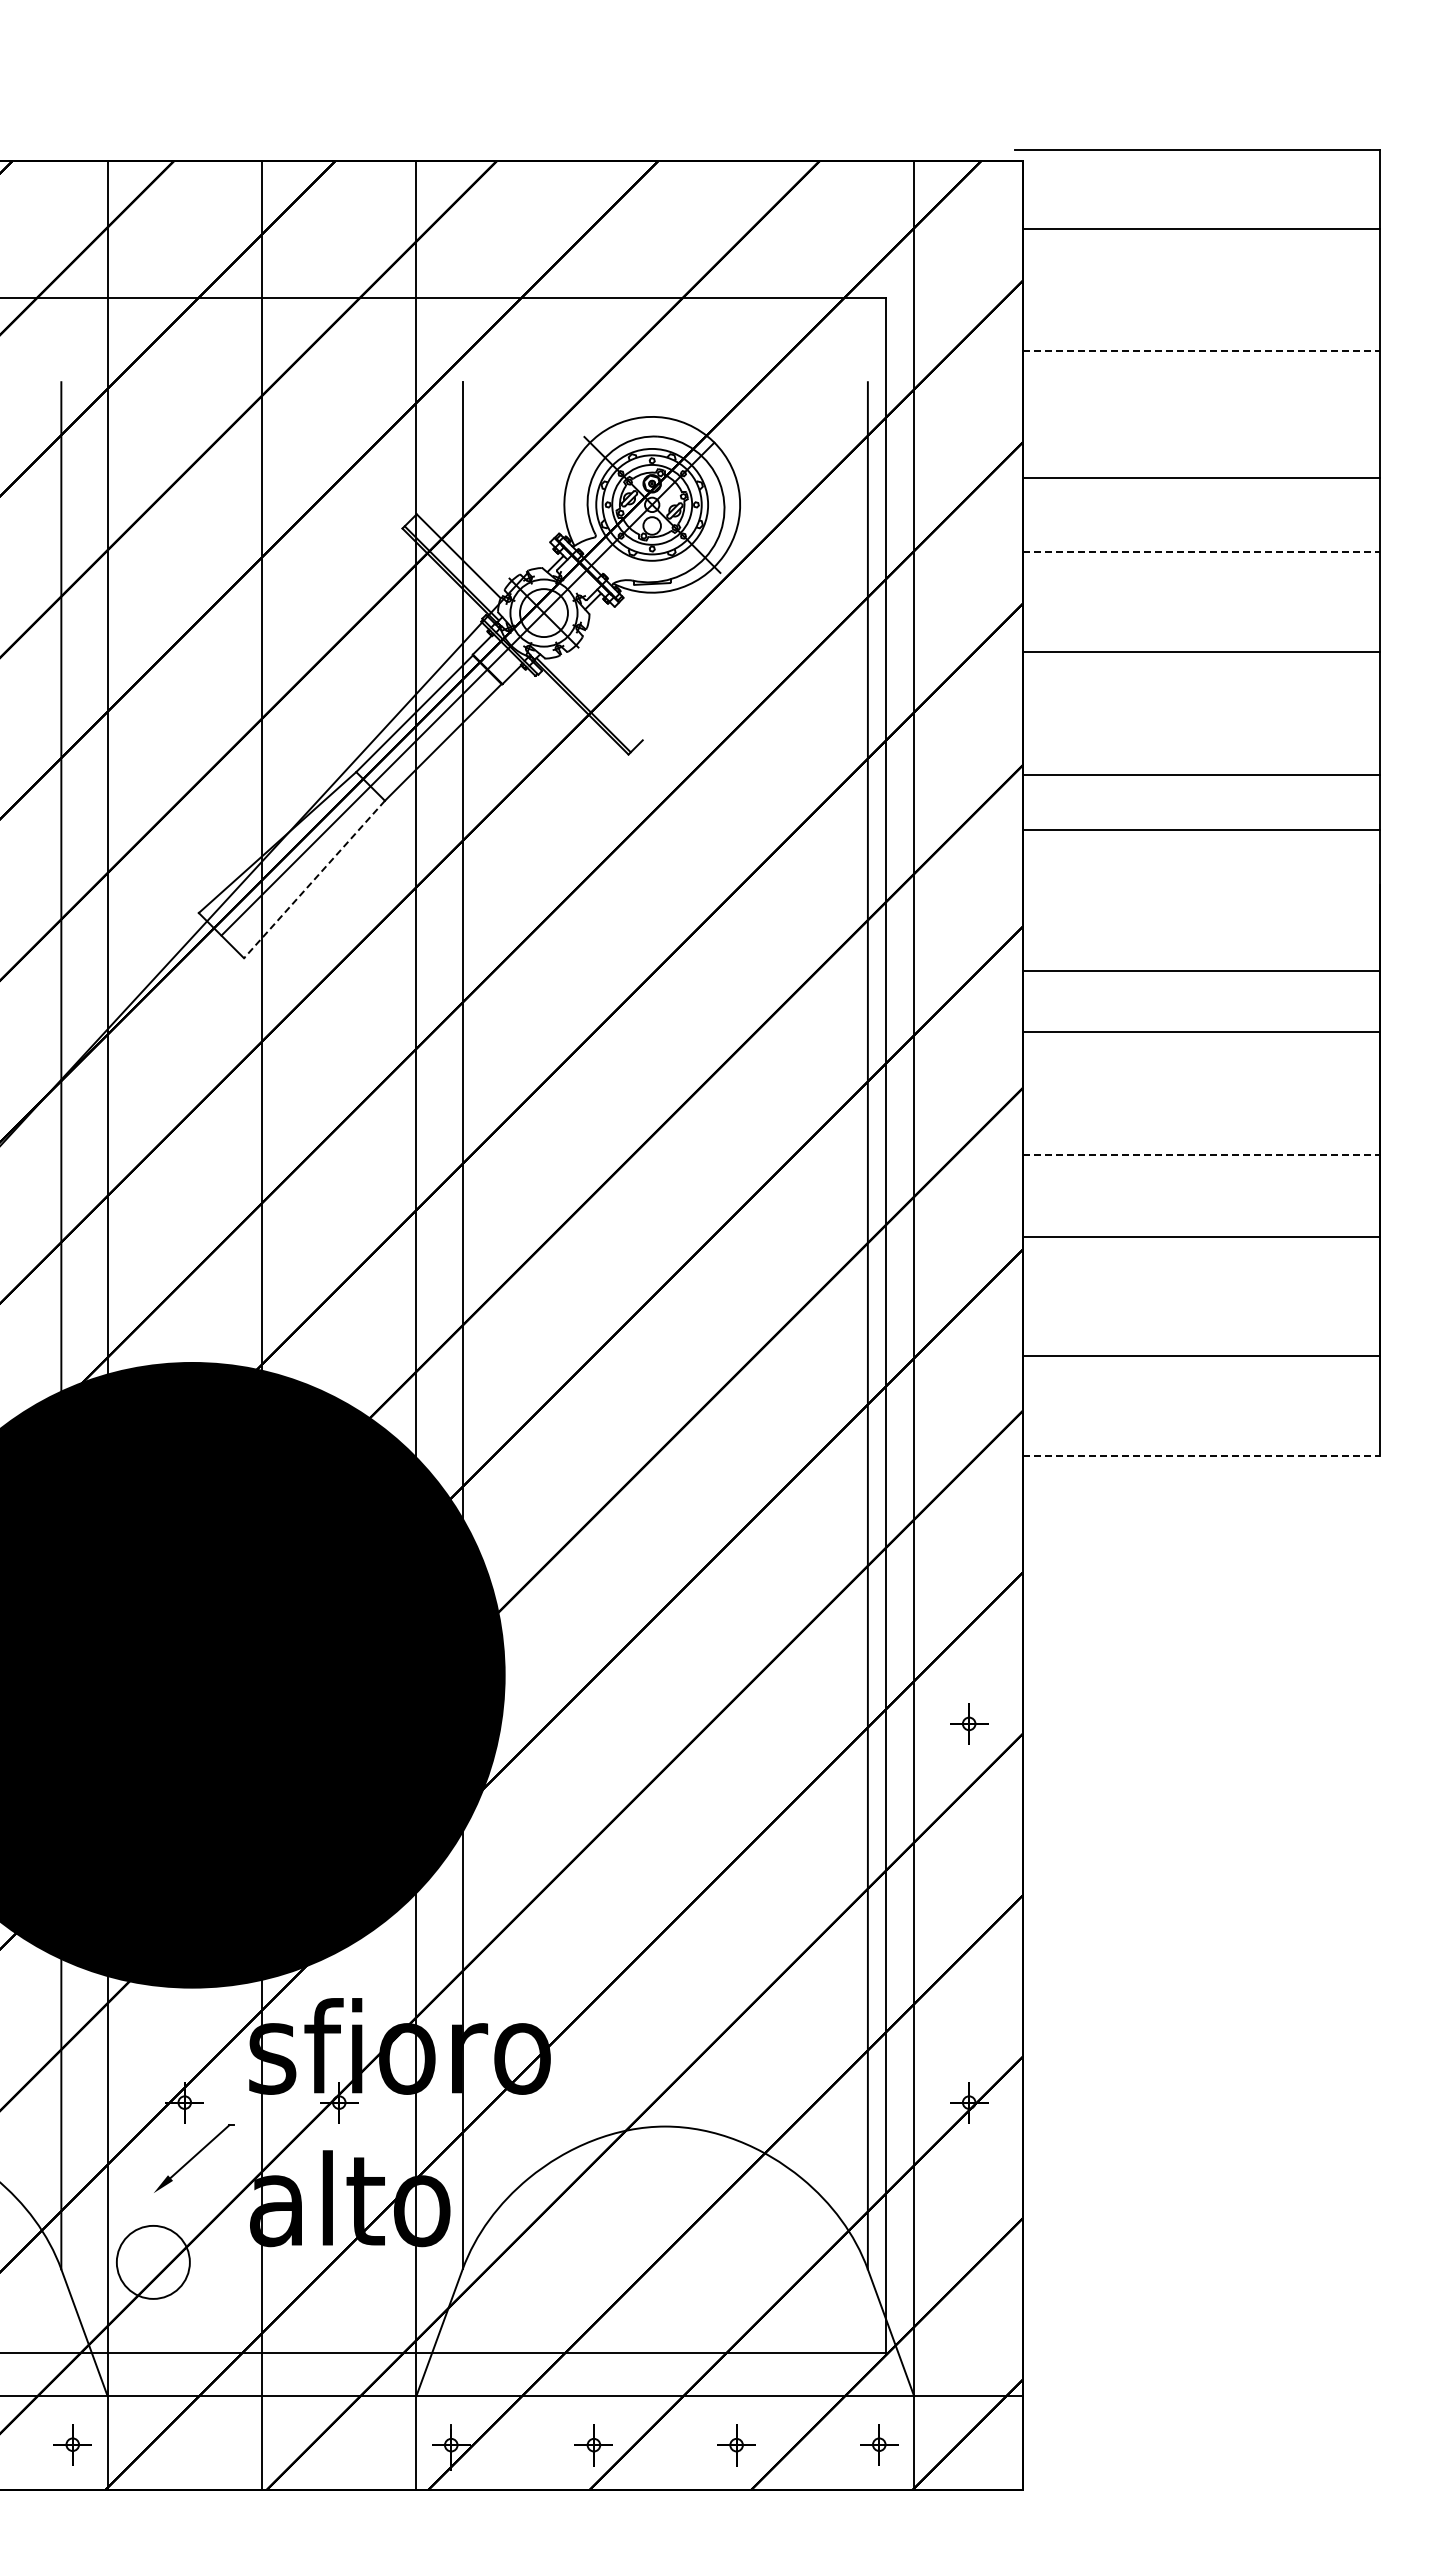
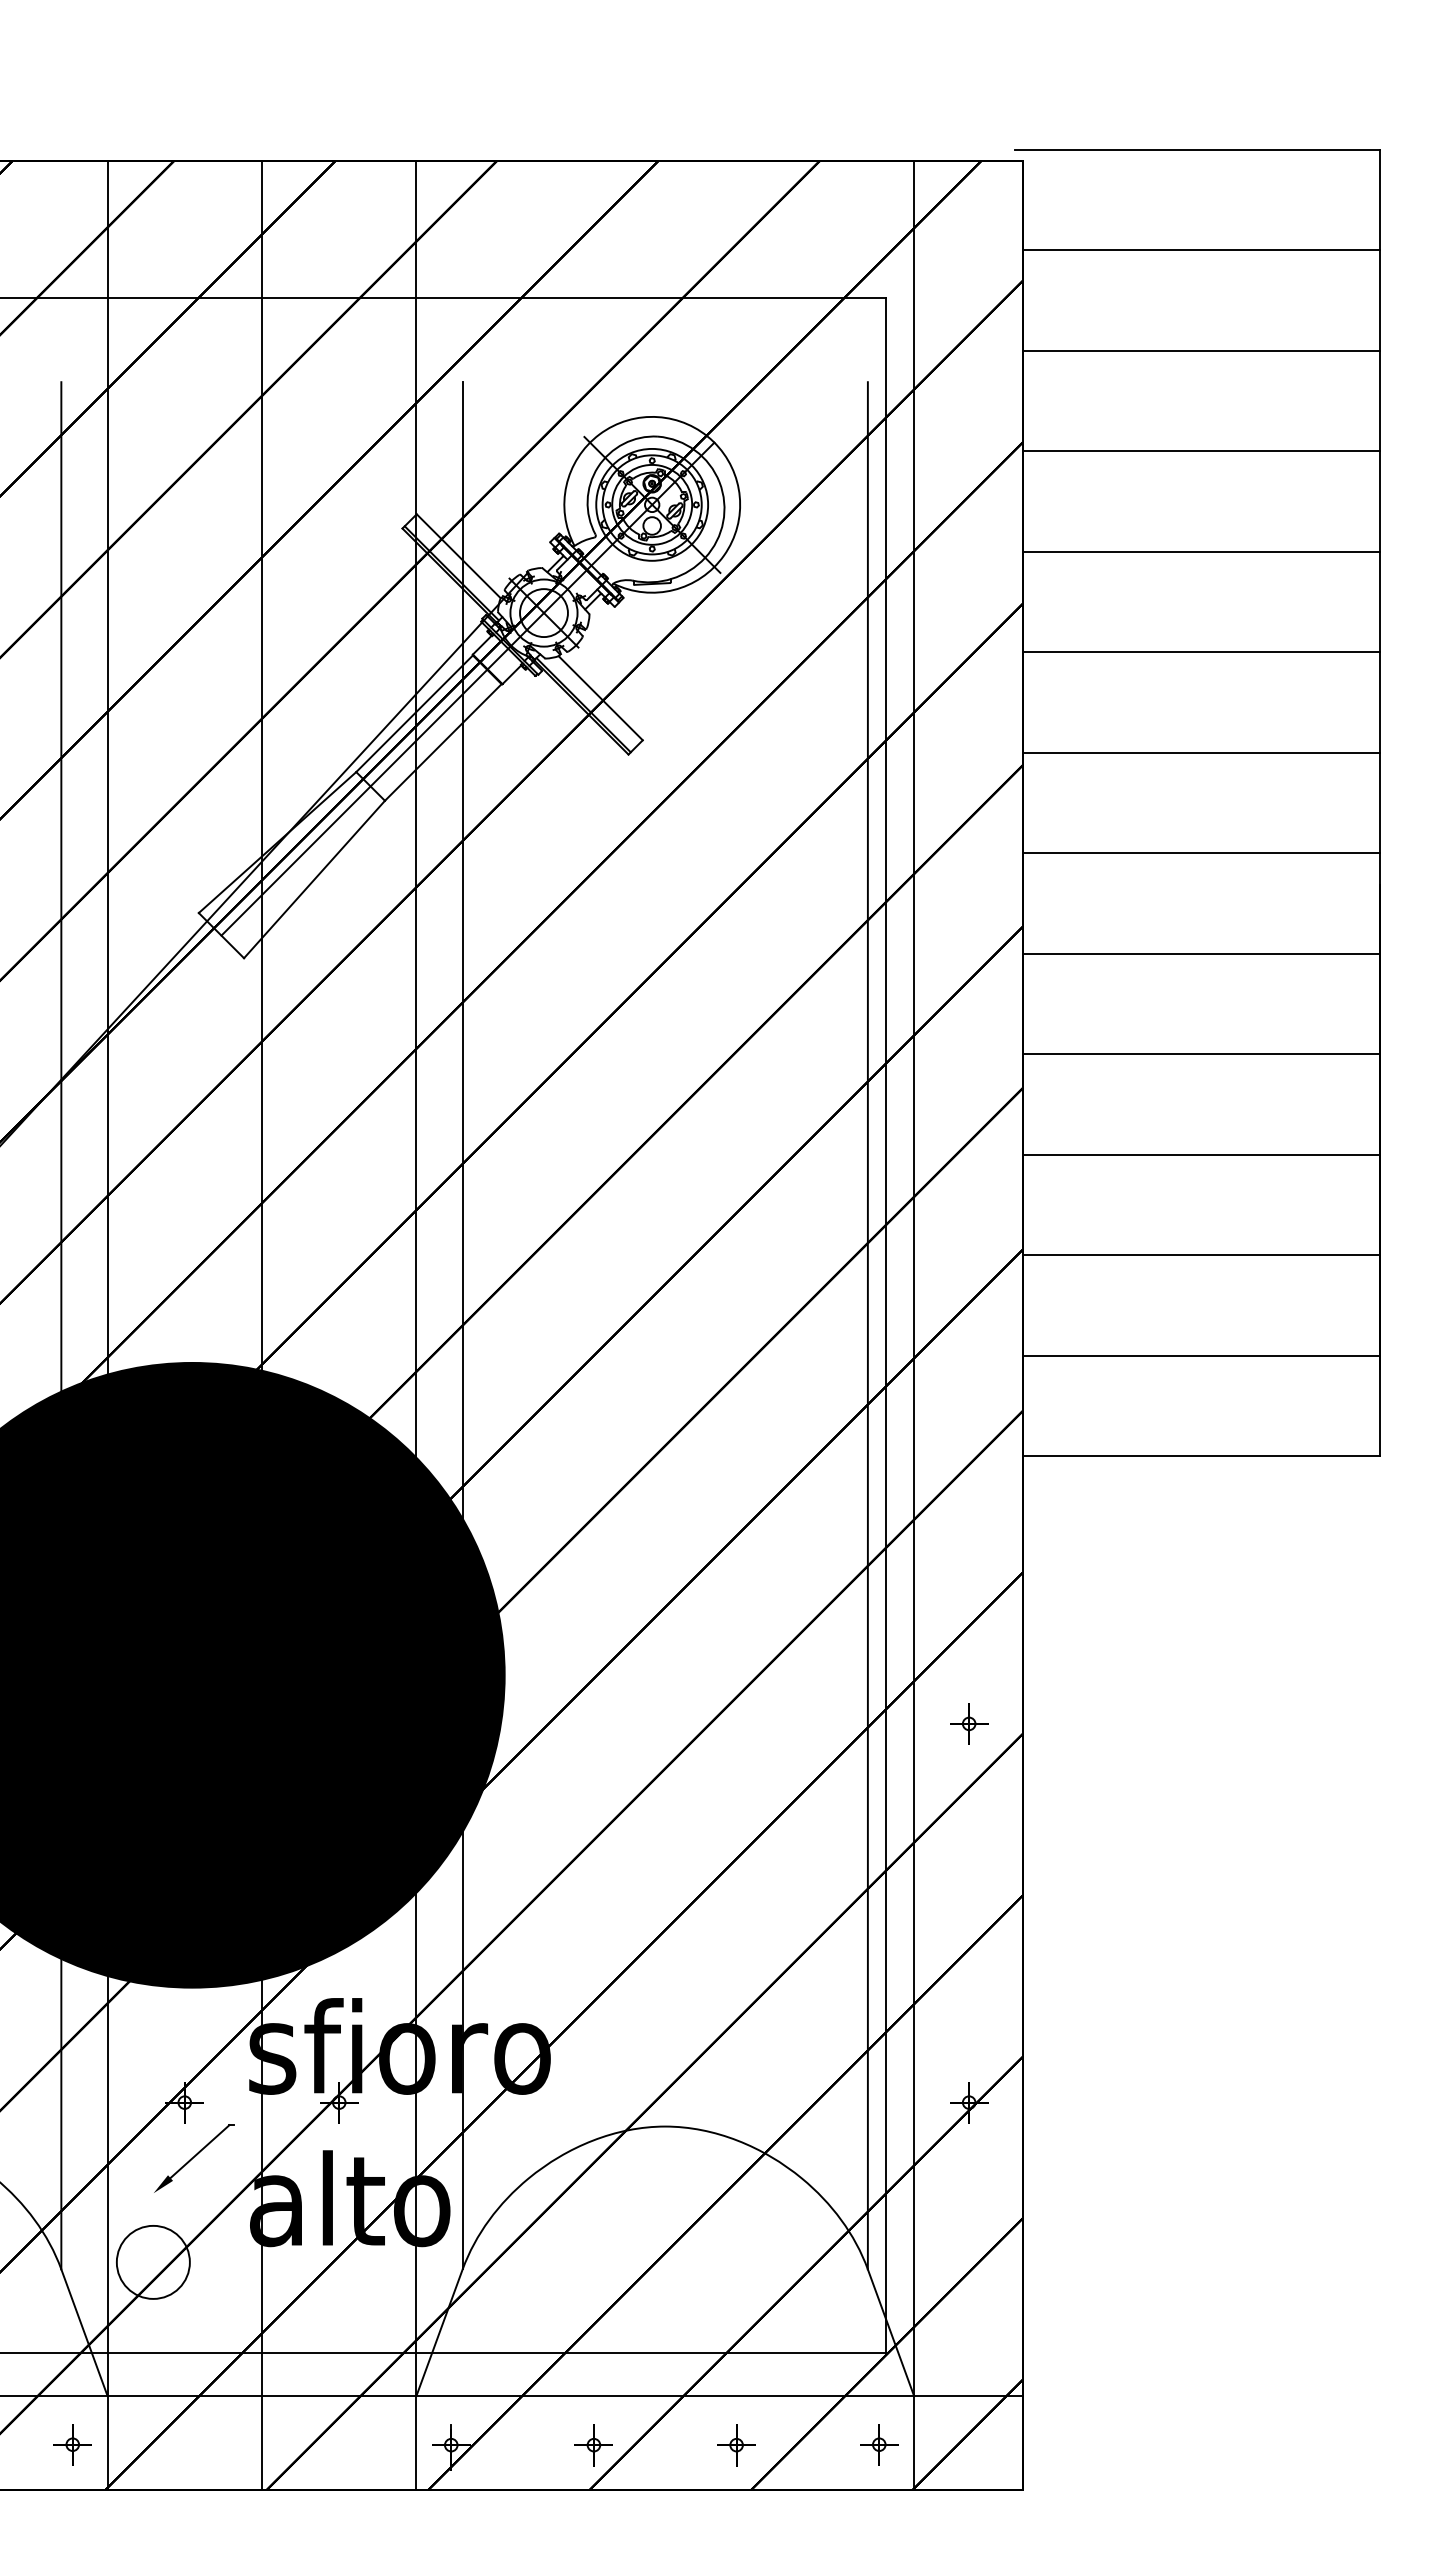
line at (1201, 229) position: (1201, 229) -> (1201, 250)
line at (1202, 350): dashed -> solid
line at (1201, 478) position: (1201, 478) -> (1201, 451)
line at (1202, 551): dashed -> solid
line at (600, 698): none -> present
line at (1201, 774) position: (1201, 774) -> (1201, 752)
line at (1201, 830) position: (1201, 830) -> (1201, 853)
line at (314, 879): dashed -> solid
line at (1201, 970) position: (1201, 970) -> (1201, 953)
line at (1201, 1032) position: (1201, 1032) -> (1201, 1054)
line at (1202, 1154): dashed -> solid
line at (1201, 1237) position: (1201, 1237) -> (1201, 1255)
line at (1202, 1455): dashed -> solid
